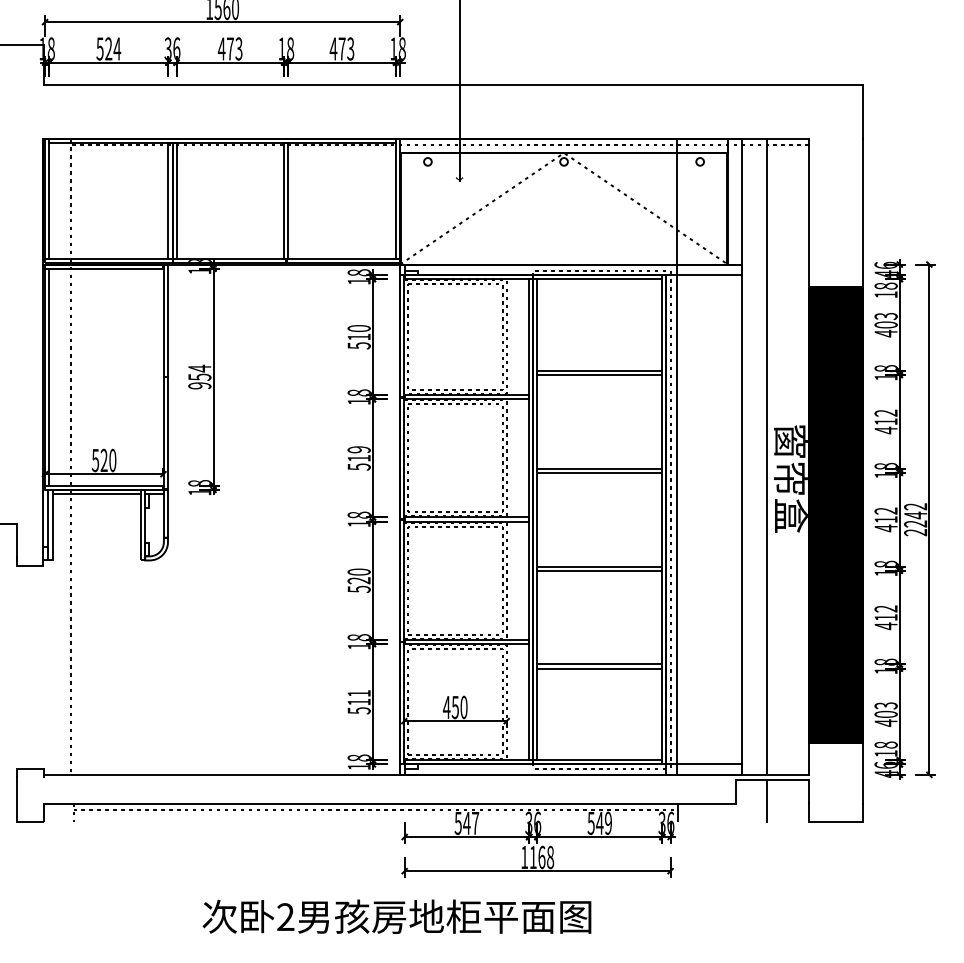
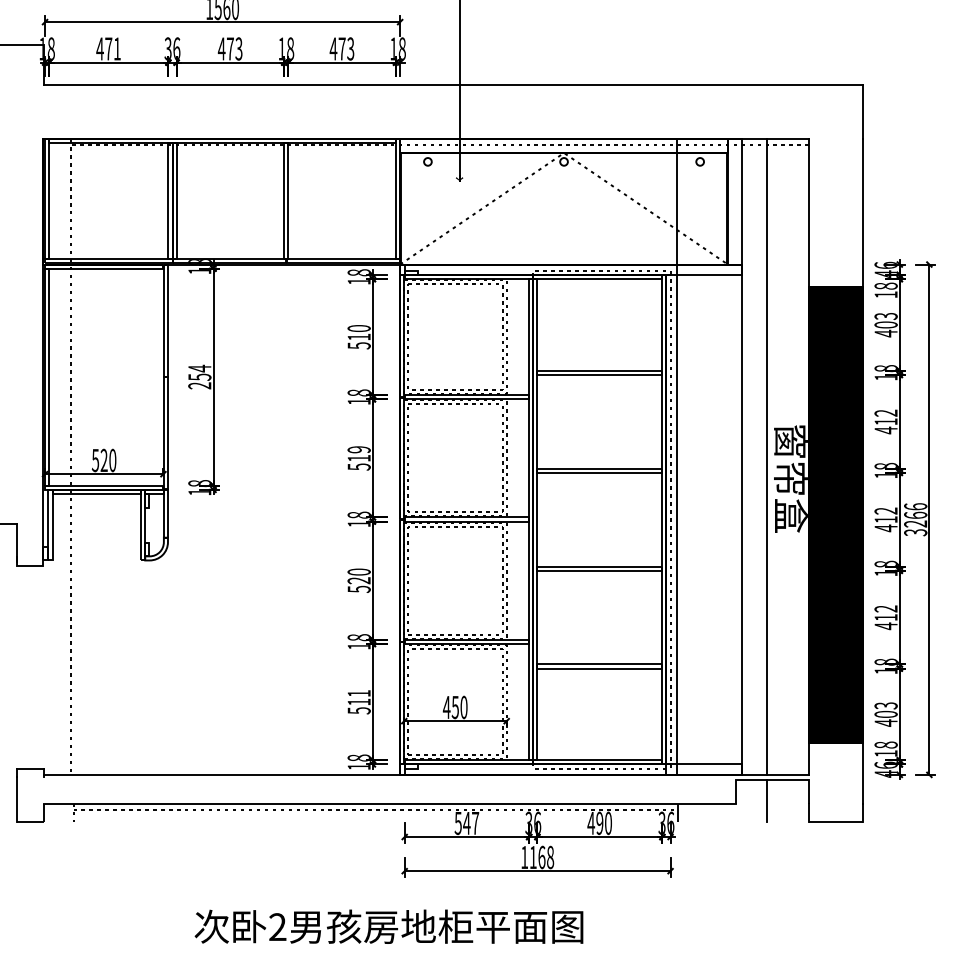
text at (108, 48): 524 -> 471
text at (199, 385): 954 -> 254
text at (915, 519): 2242 -> 3266
text at (599, 823): 549 -> 490
text at (396, 916) position: (396, 916) -> (388, 926)
